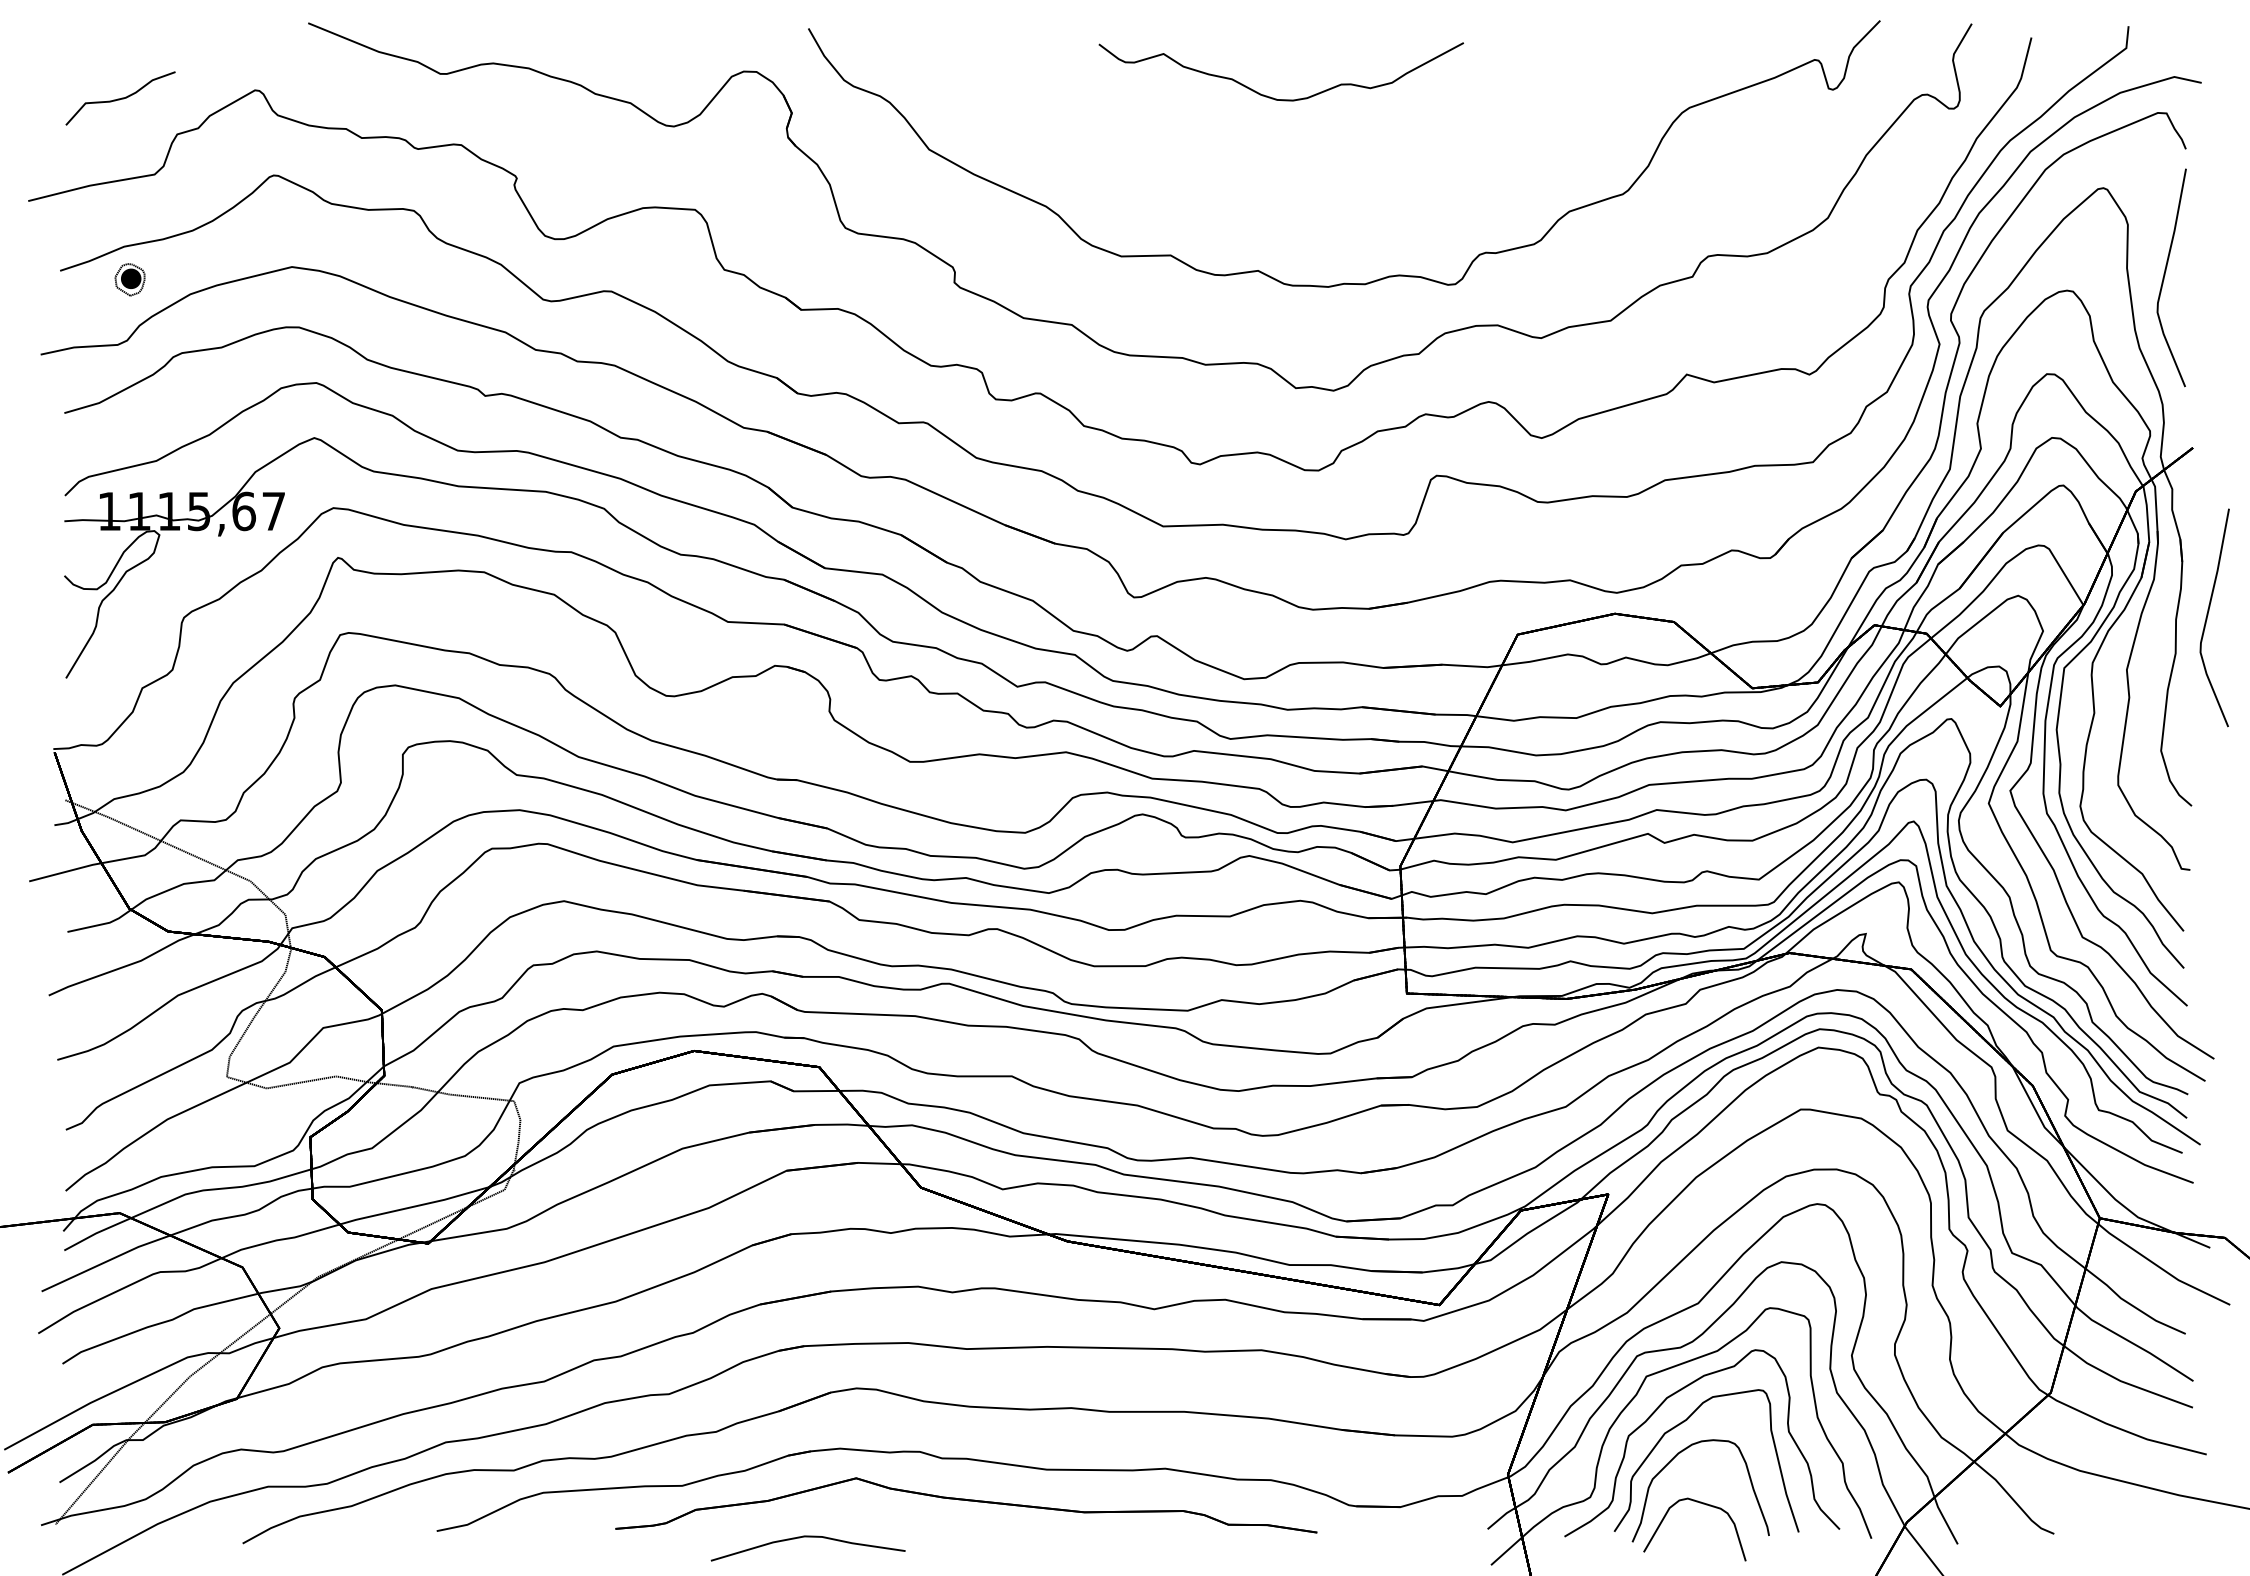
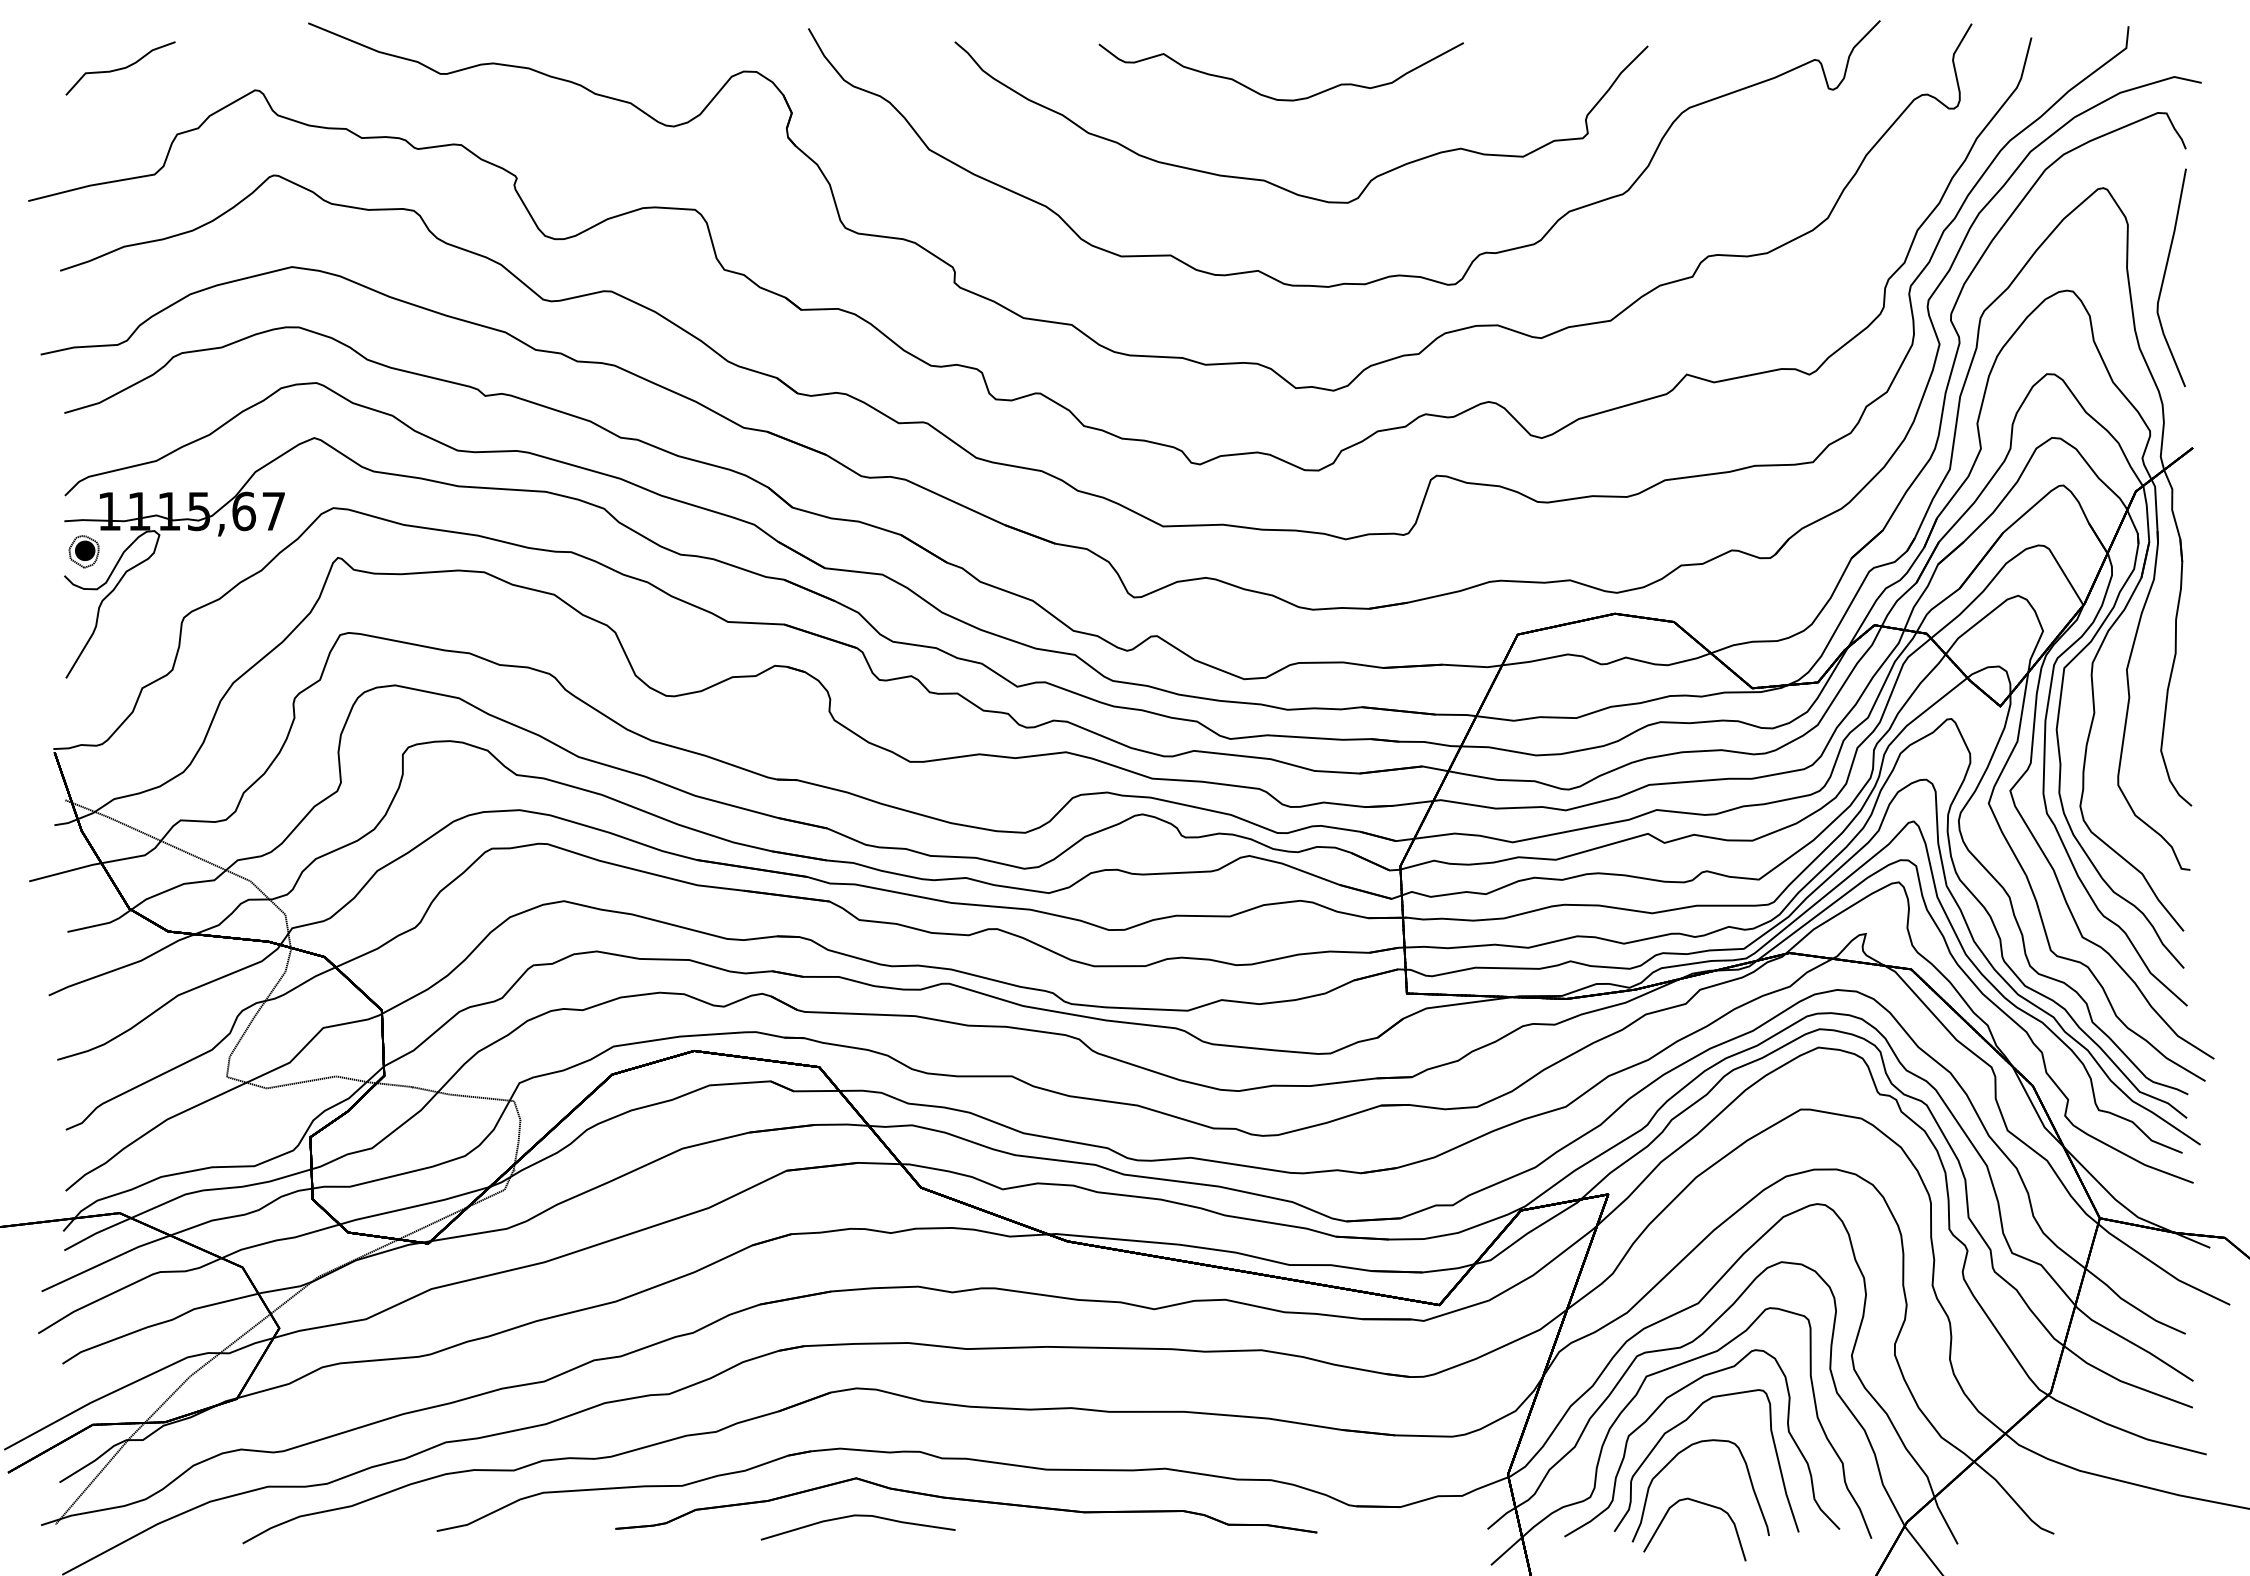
curve at (120, 98) position: (120, 98) -> (120, 68)
curve at (1276, 184): none -> present
part at (129, 279) position: (129, 279) -> (83, 551)
curve at (2208, 615): present -> none
part at (807, 1537) position: (807, 1537) -> (857, 1516)
